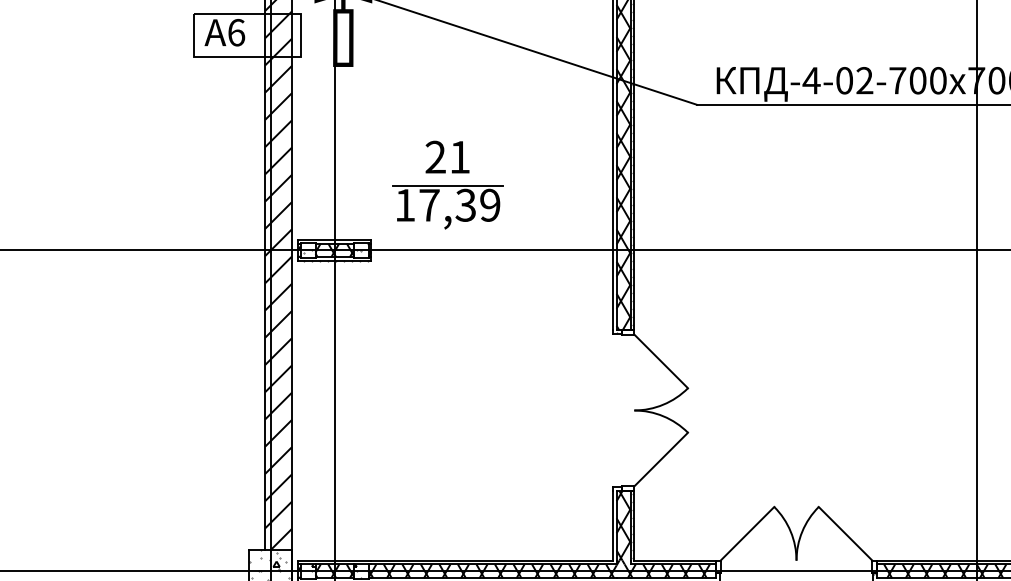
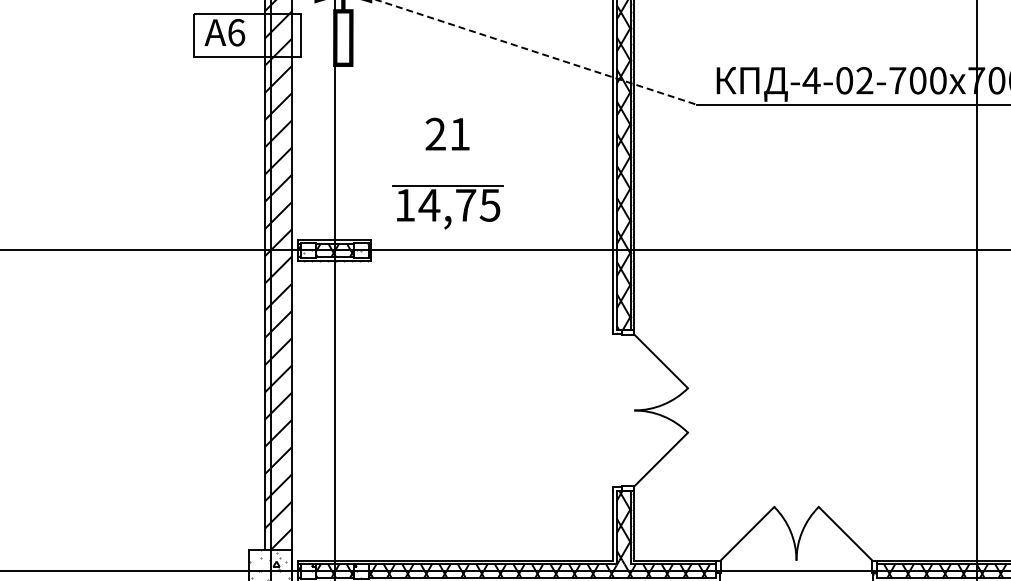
line at (537, 52): solid -> dashed
text at (447, 156) position: (447, 156) -> (447, 133)
text at (459, 204): 17,39 -> 14,75
